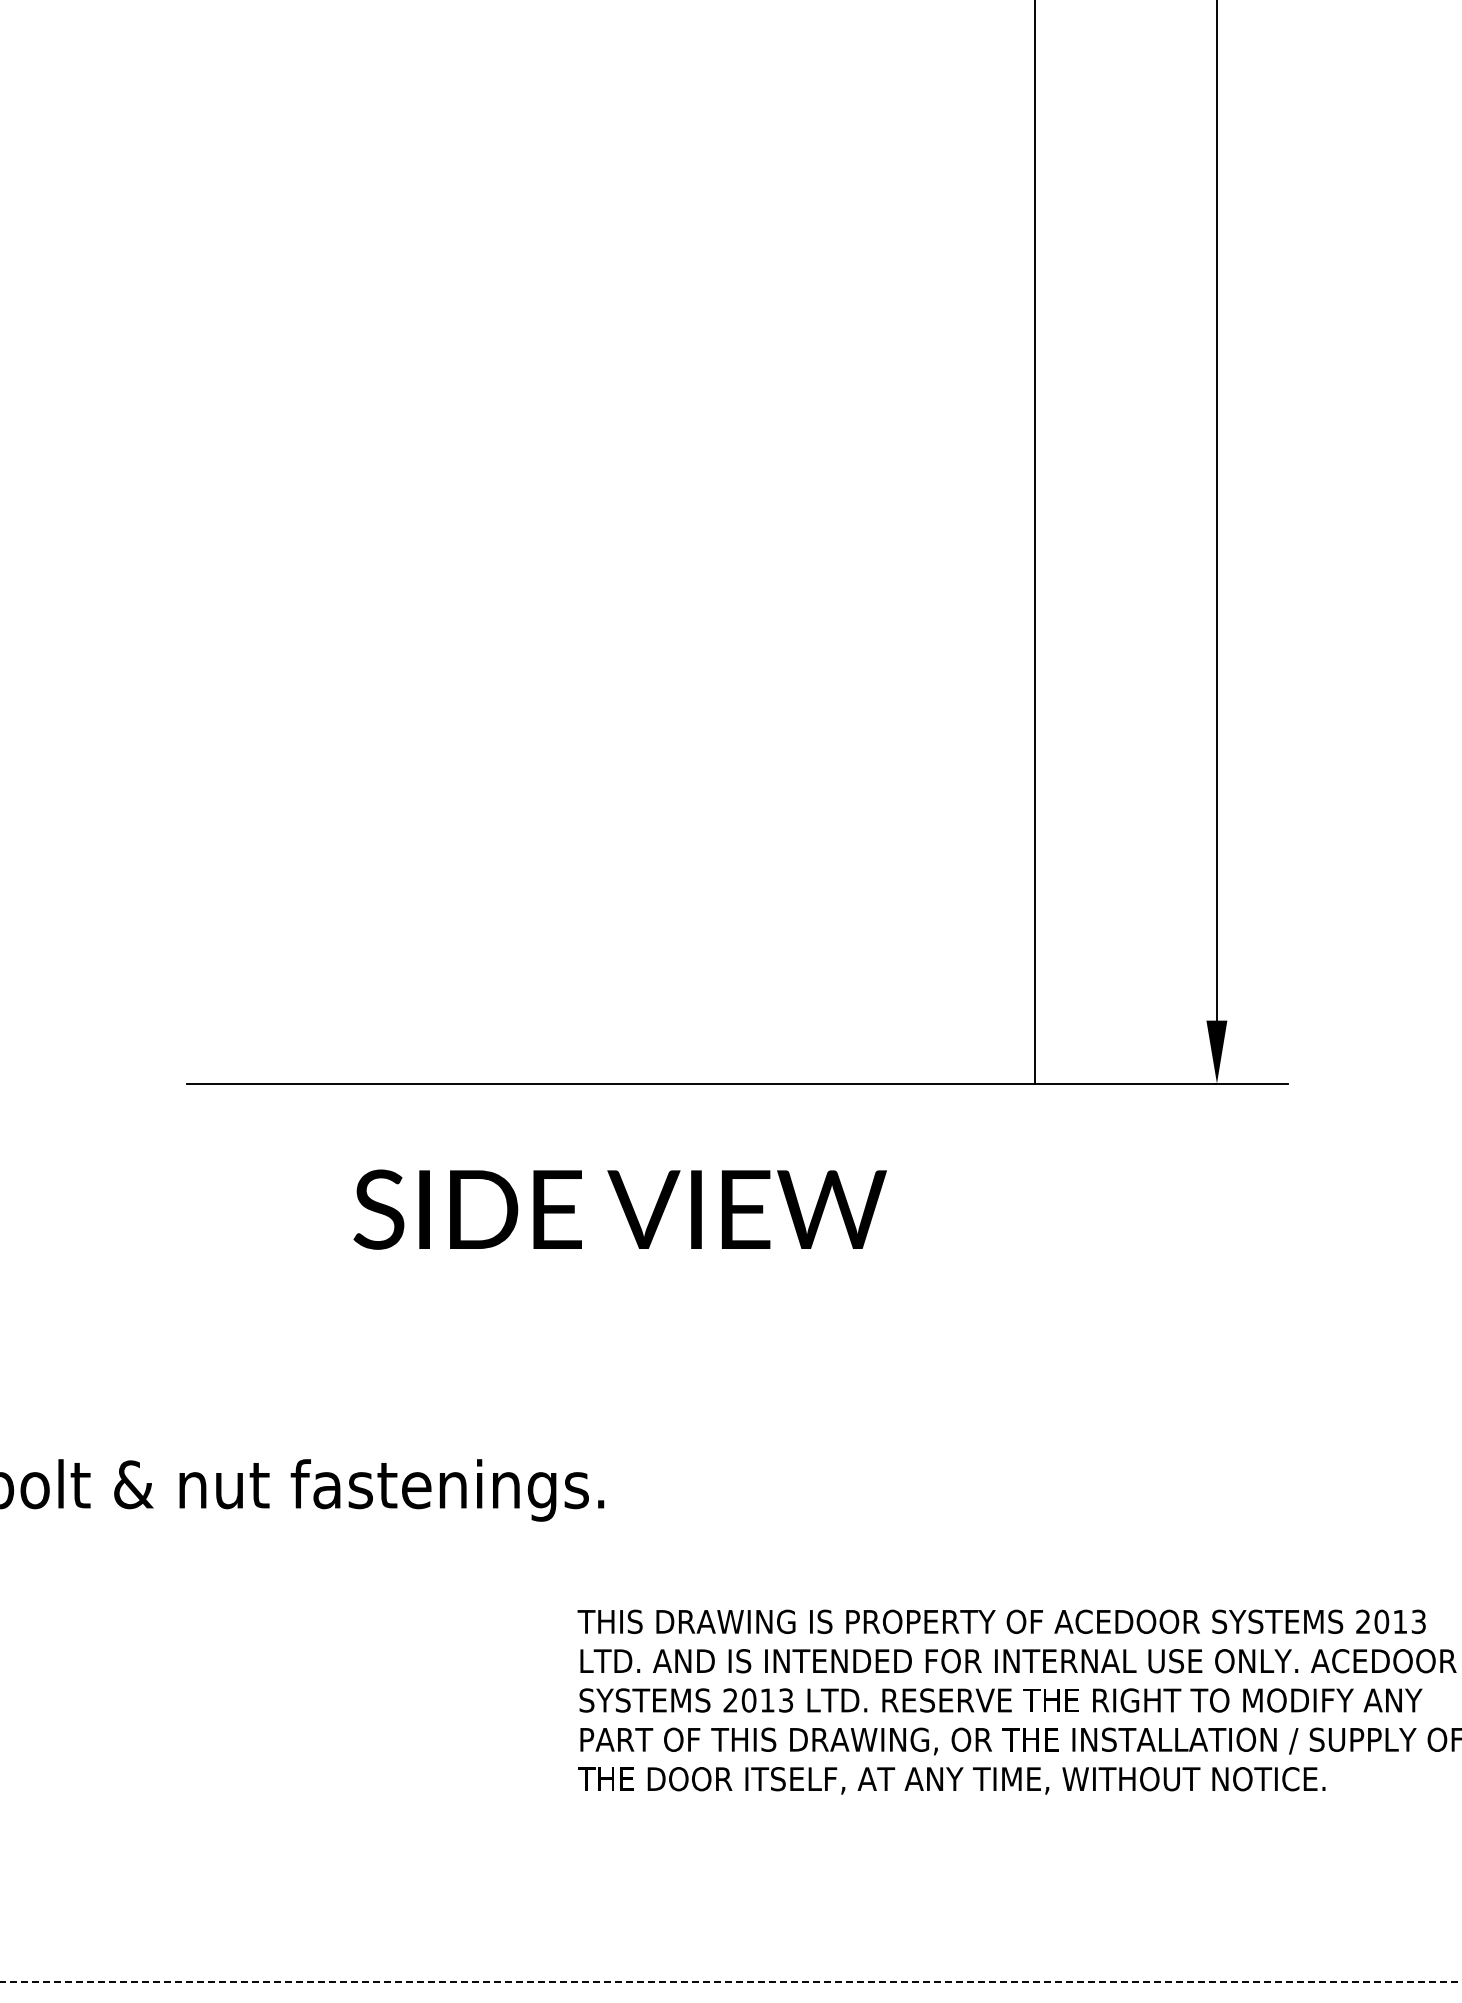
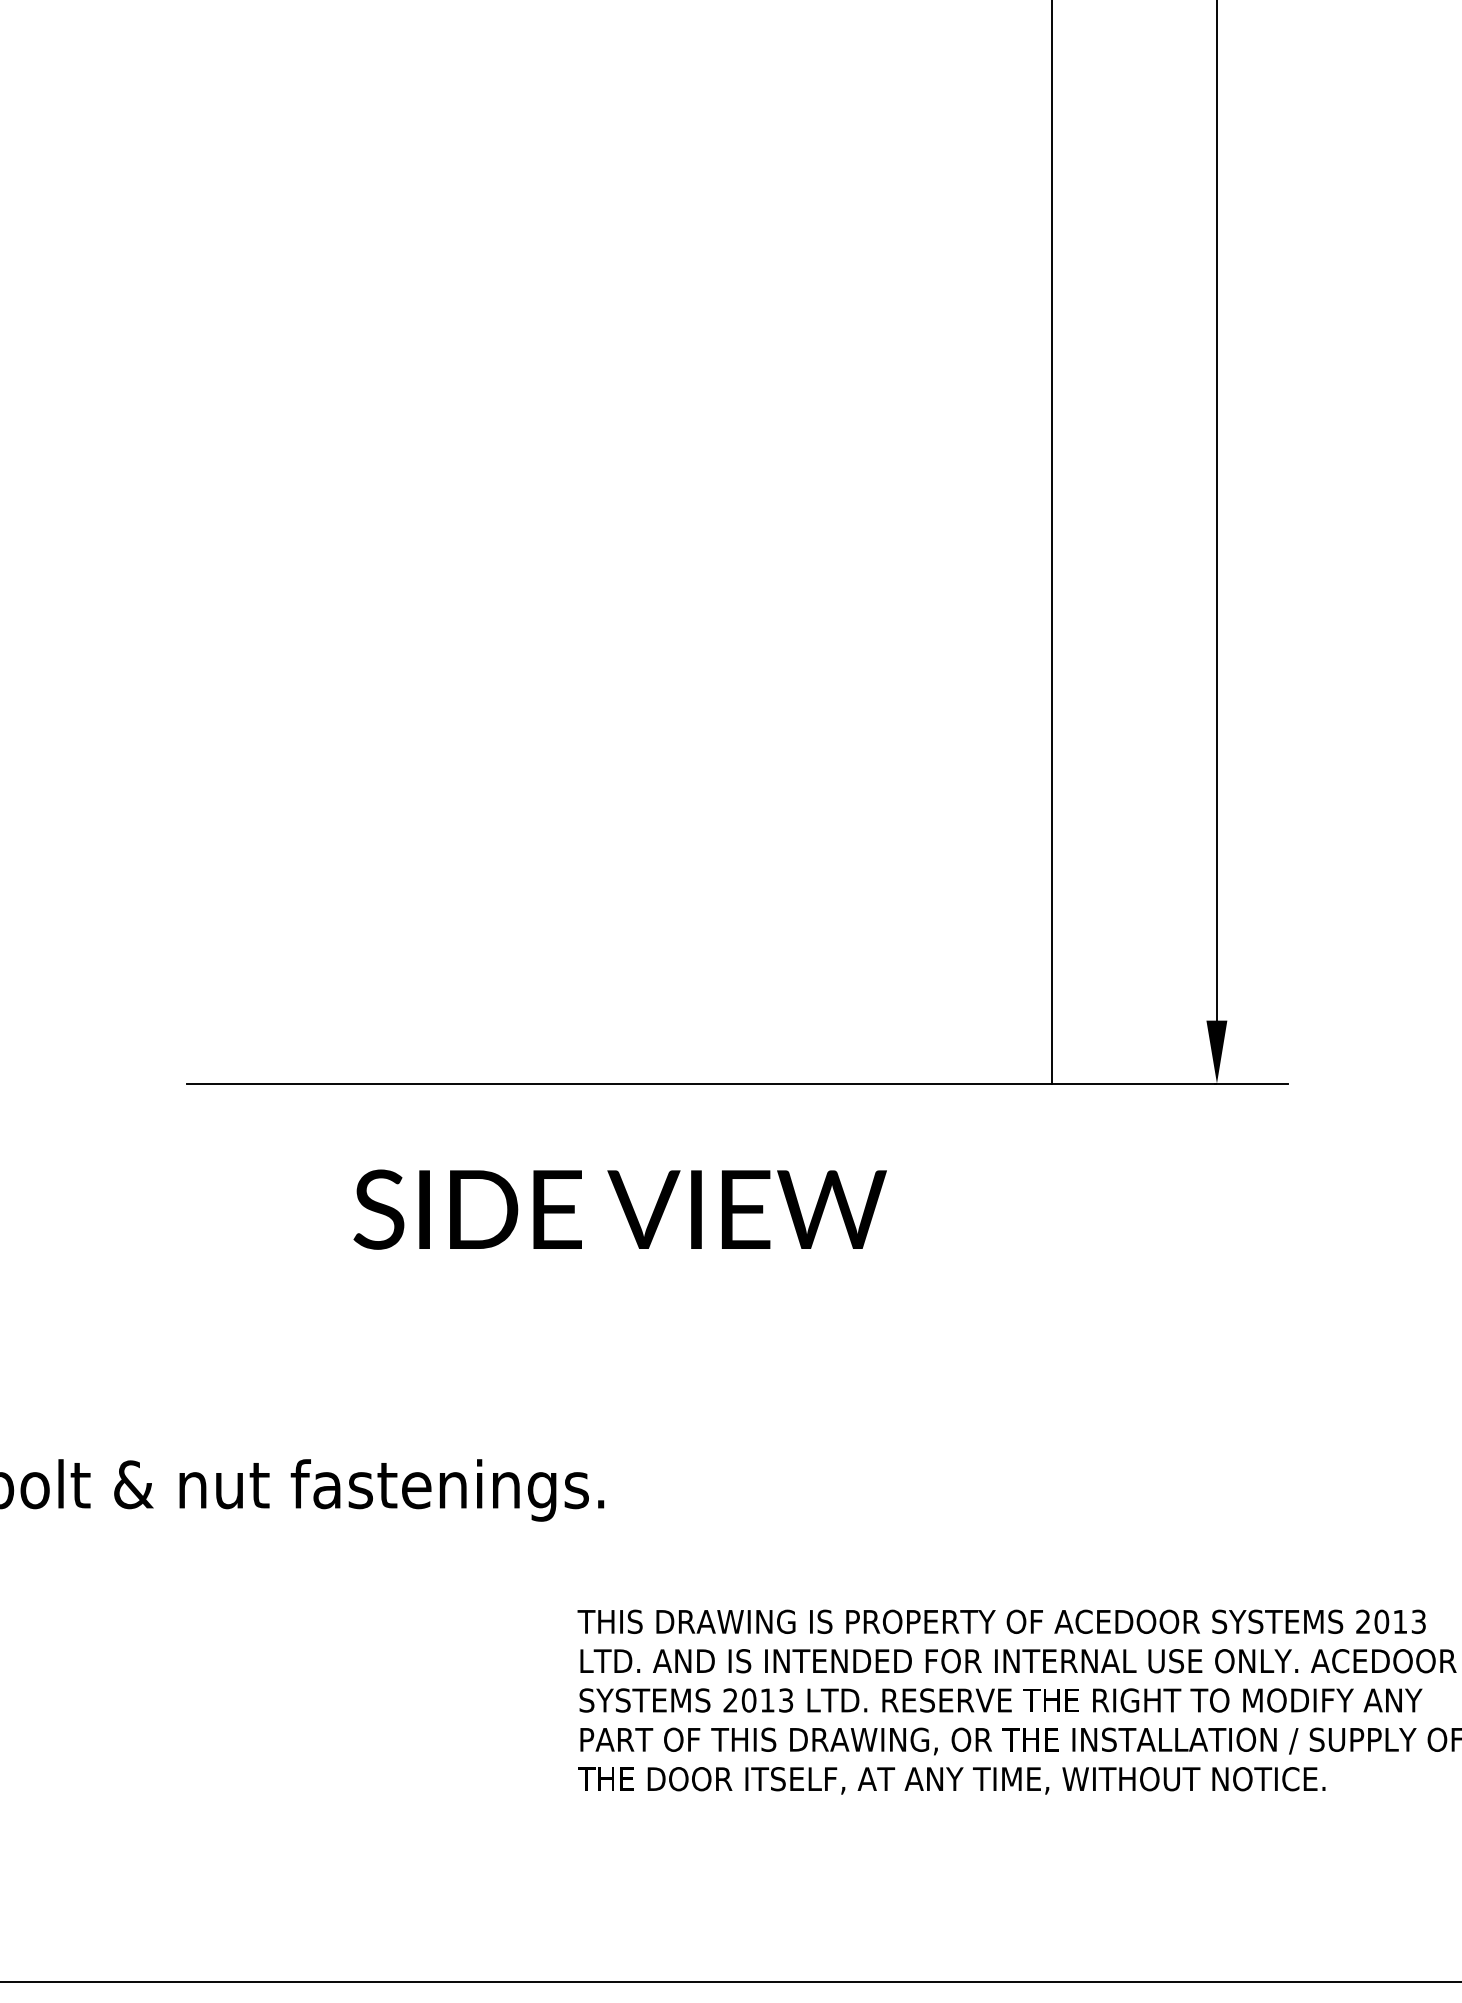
line at (1034, 542) position: (1034, 542) -> (1051, 542)
line at (731, 1981): dashed -> solid
